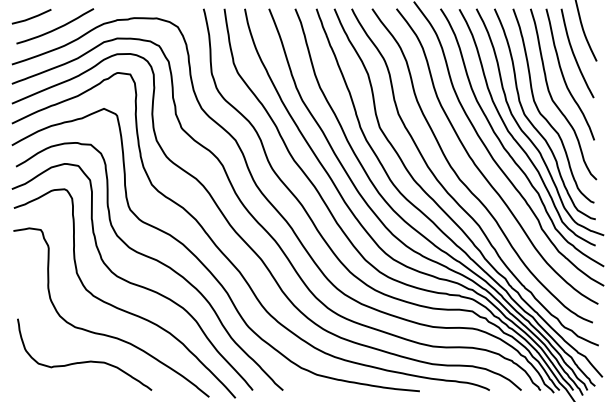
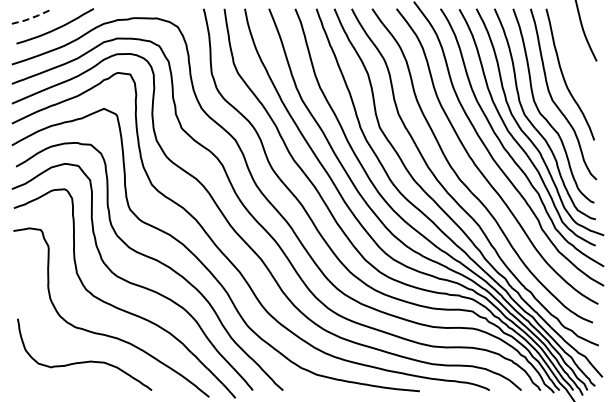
line at (32, 17): solid -> dashed
curve at (575, 55): present -> none
